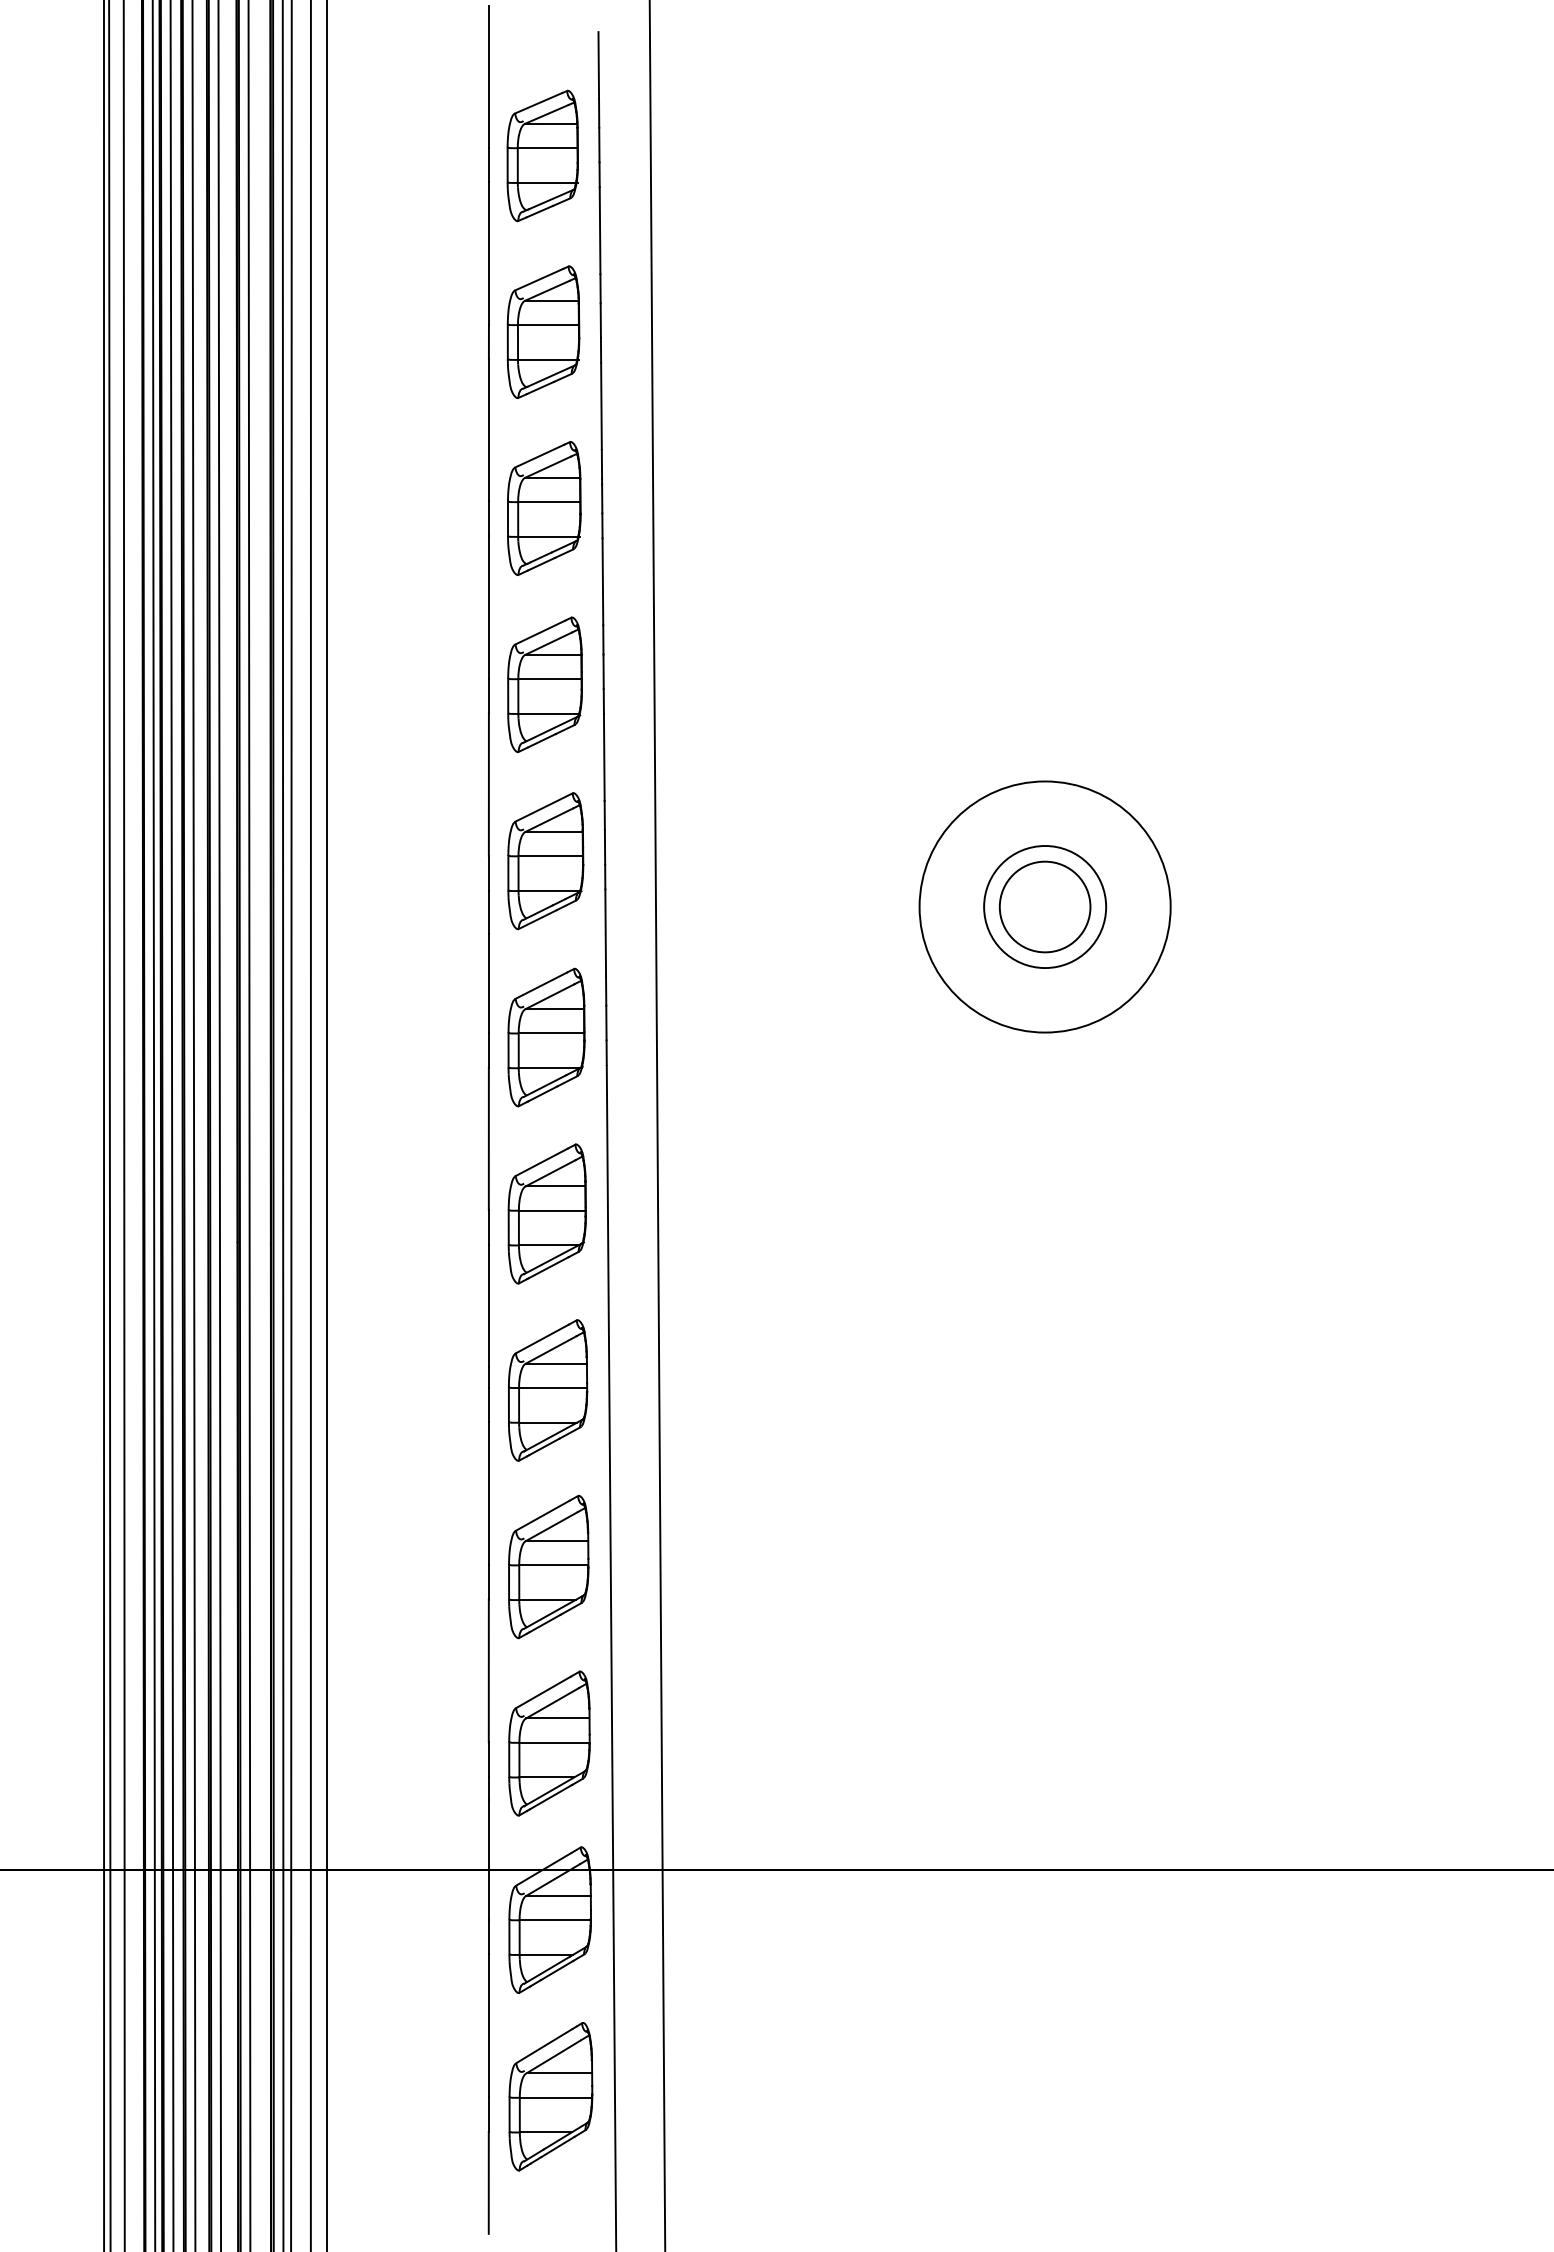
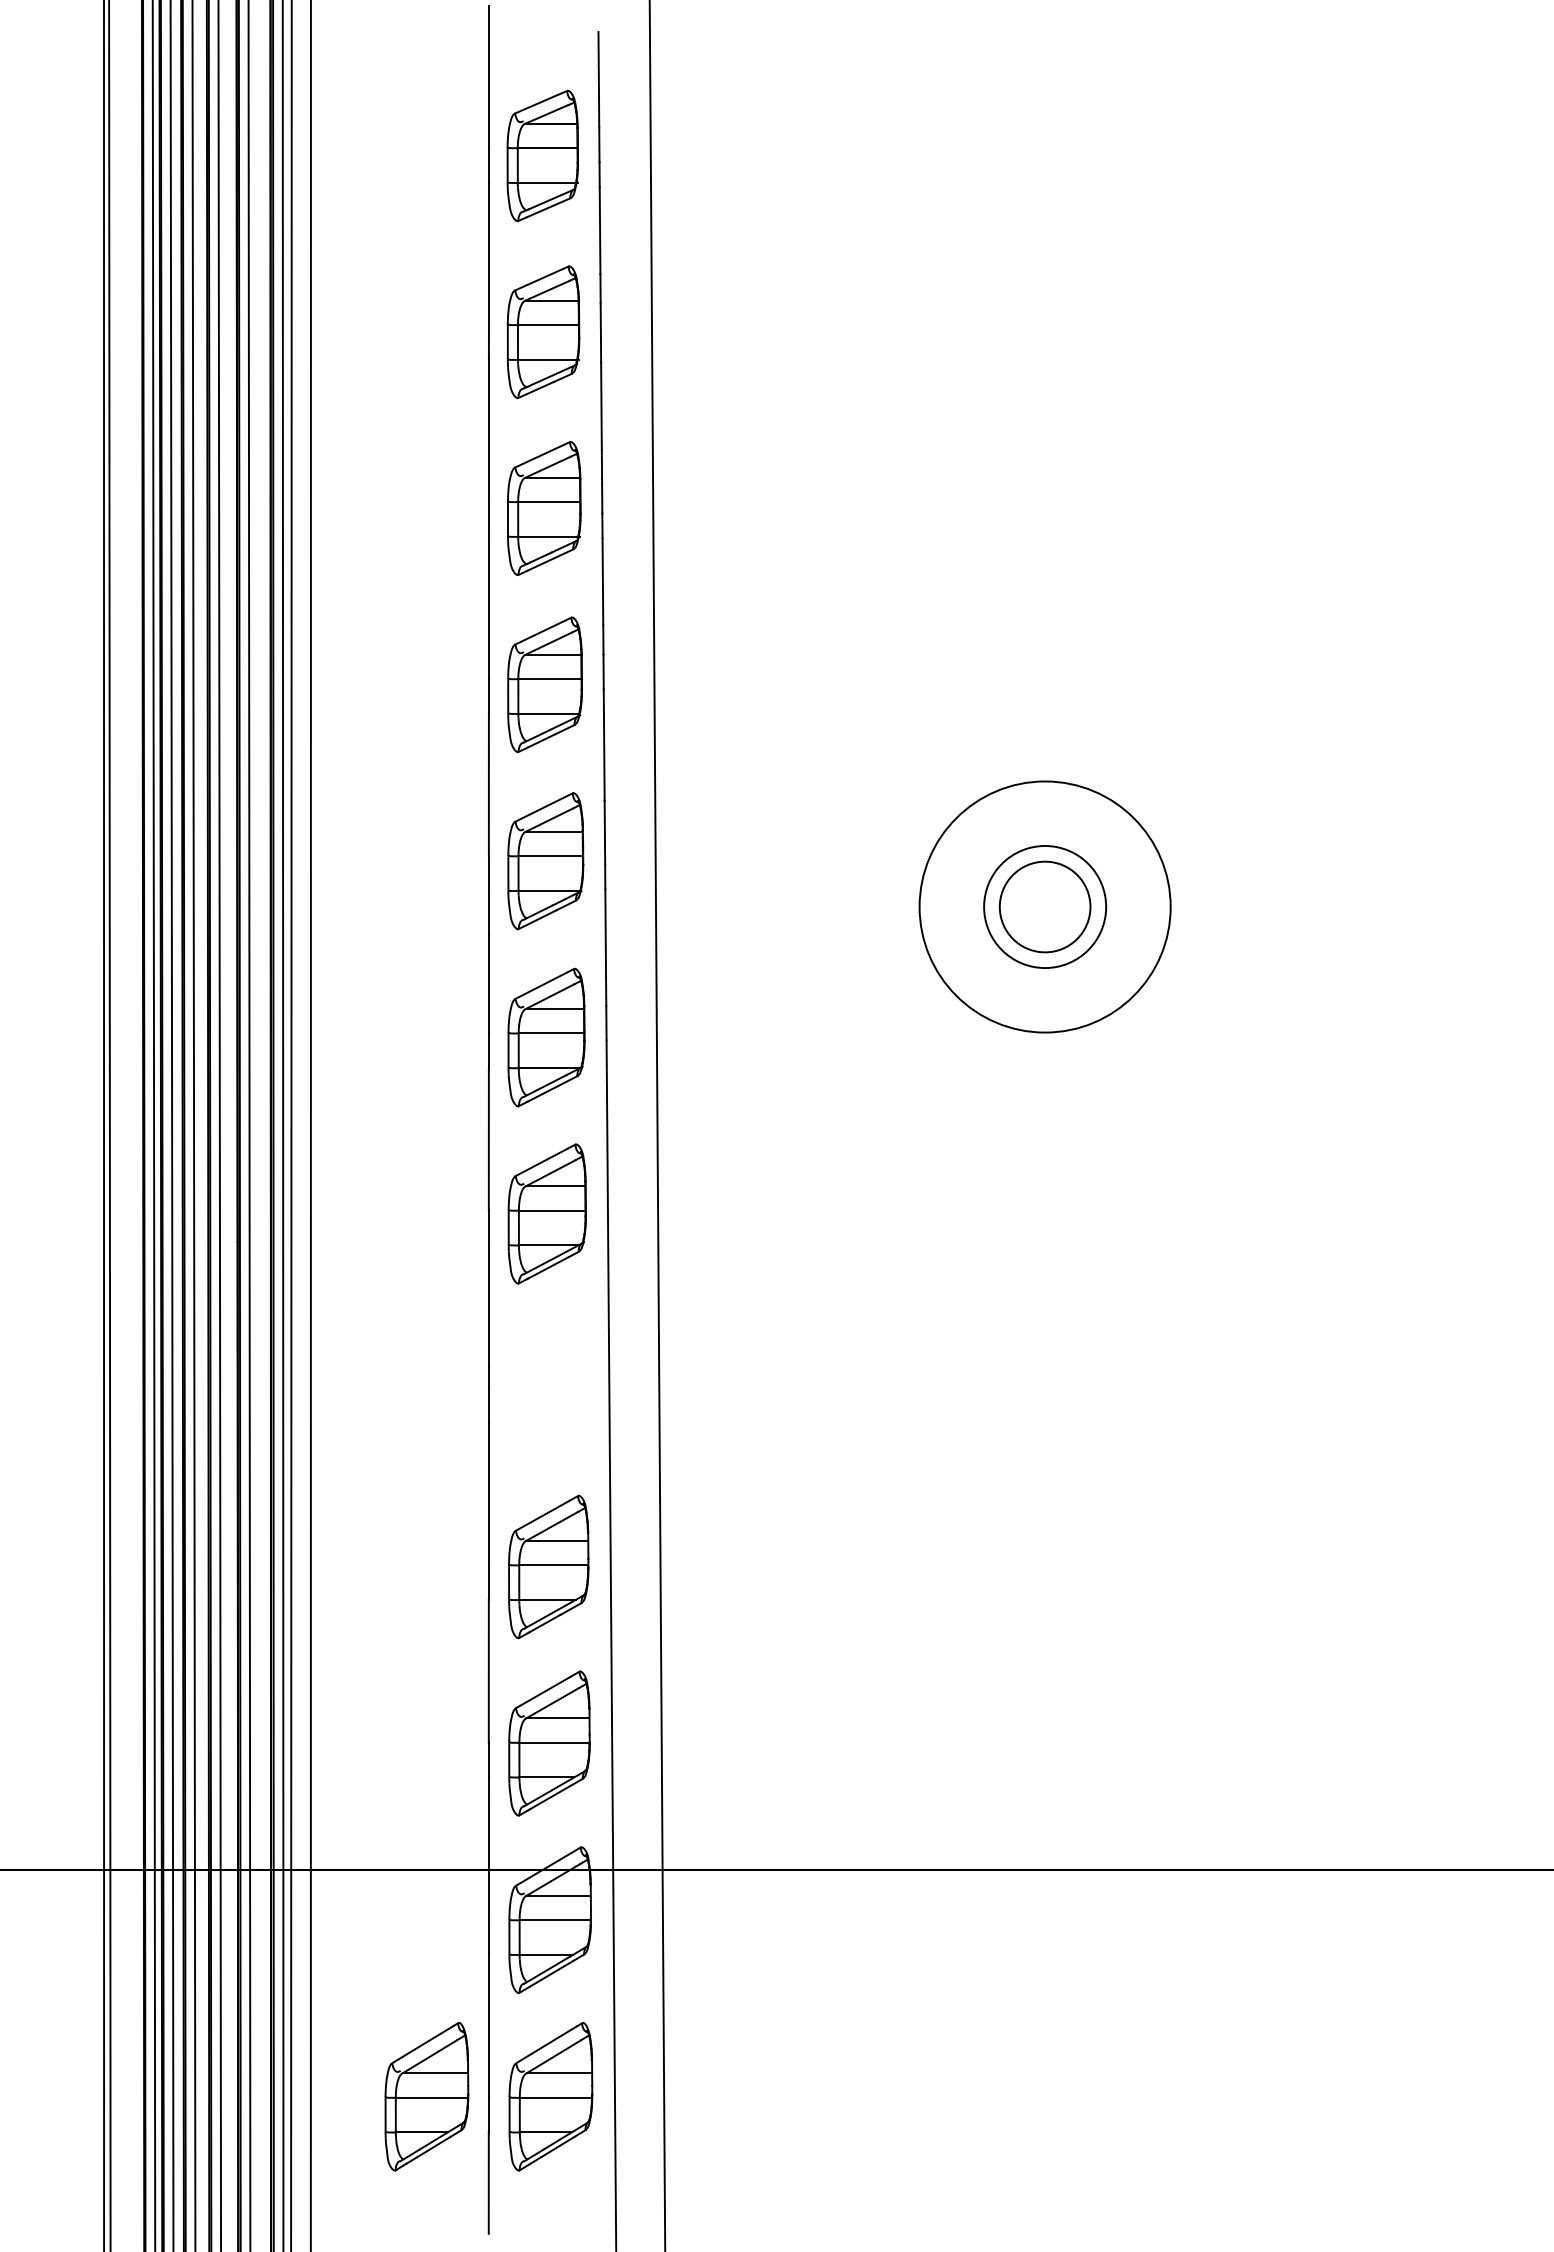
line at (123, 1125): present -> none
line at (326, 1125): present -> none
part at (548, 1390): present -> none
part at (426, 2096): none -> present
